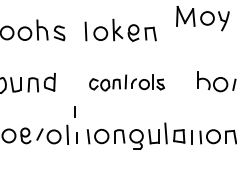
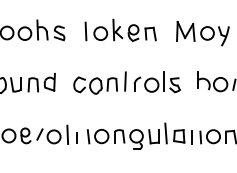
part at (202, 18) position: (202, 18) -> (202, 33)
part at (126, 82) size: 76x18 px -> 108x24 px
line at (74, 111): present -> none
